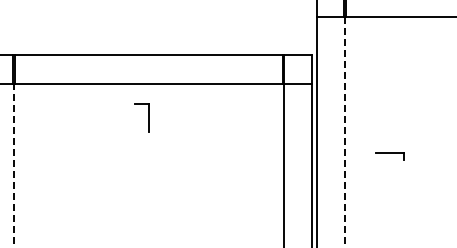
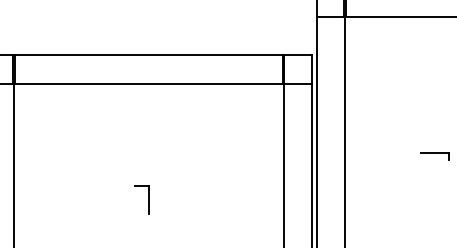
part at (148, 117) position: (148, 117) -> (148, 199)
line at (345, 131): dashed -> solid
part at (389, 156) position: (389, 156) -> (434, 156)
line at (14, 165): dashed -> solid
